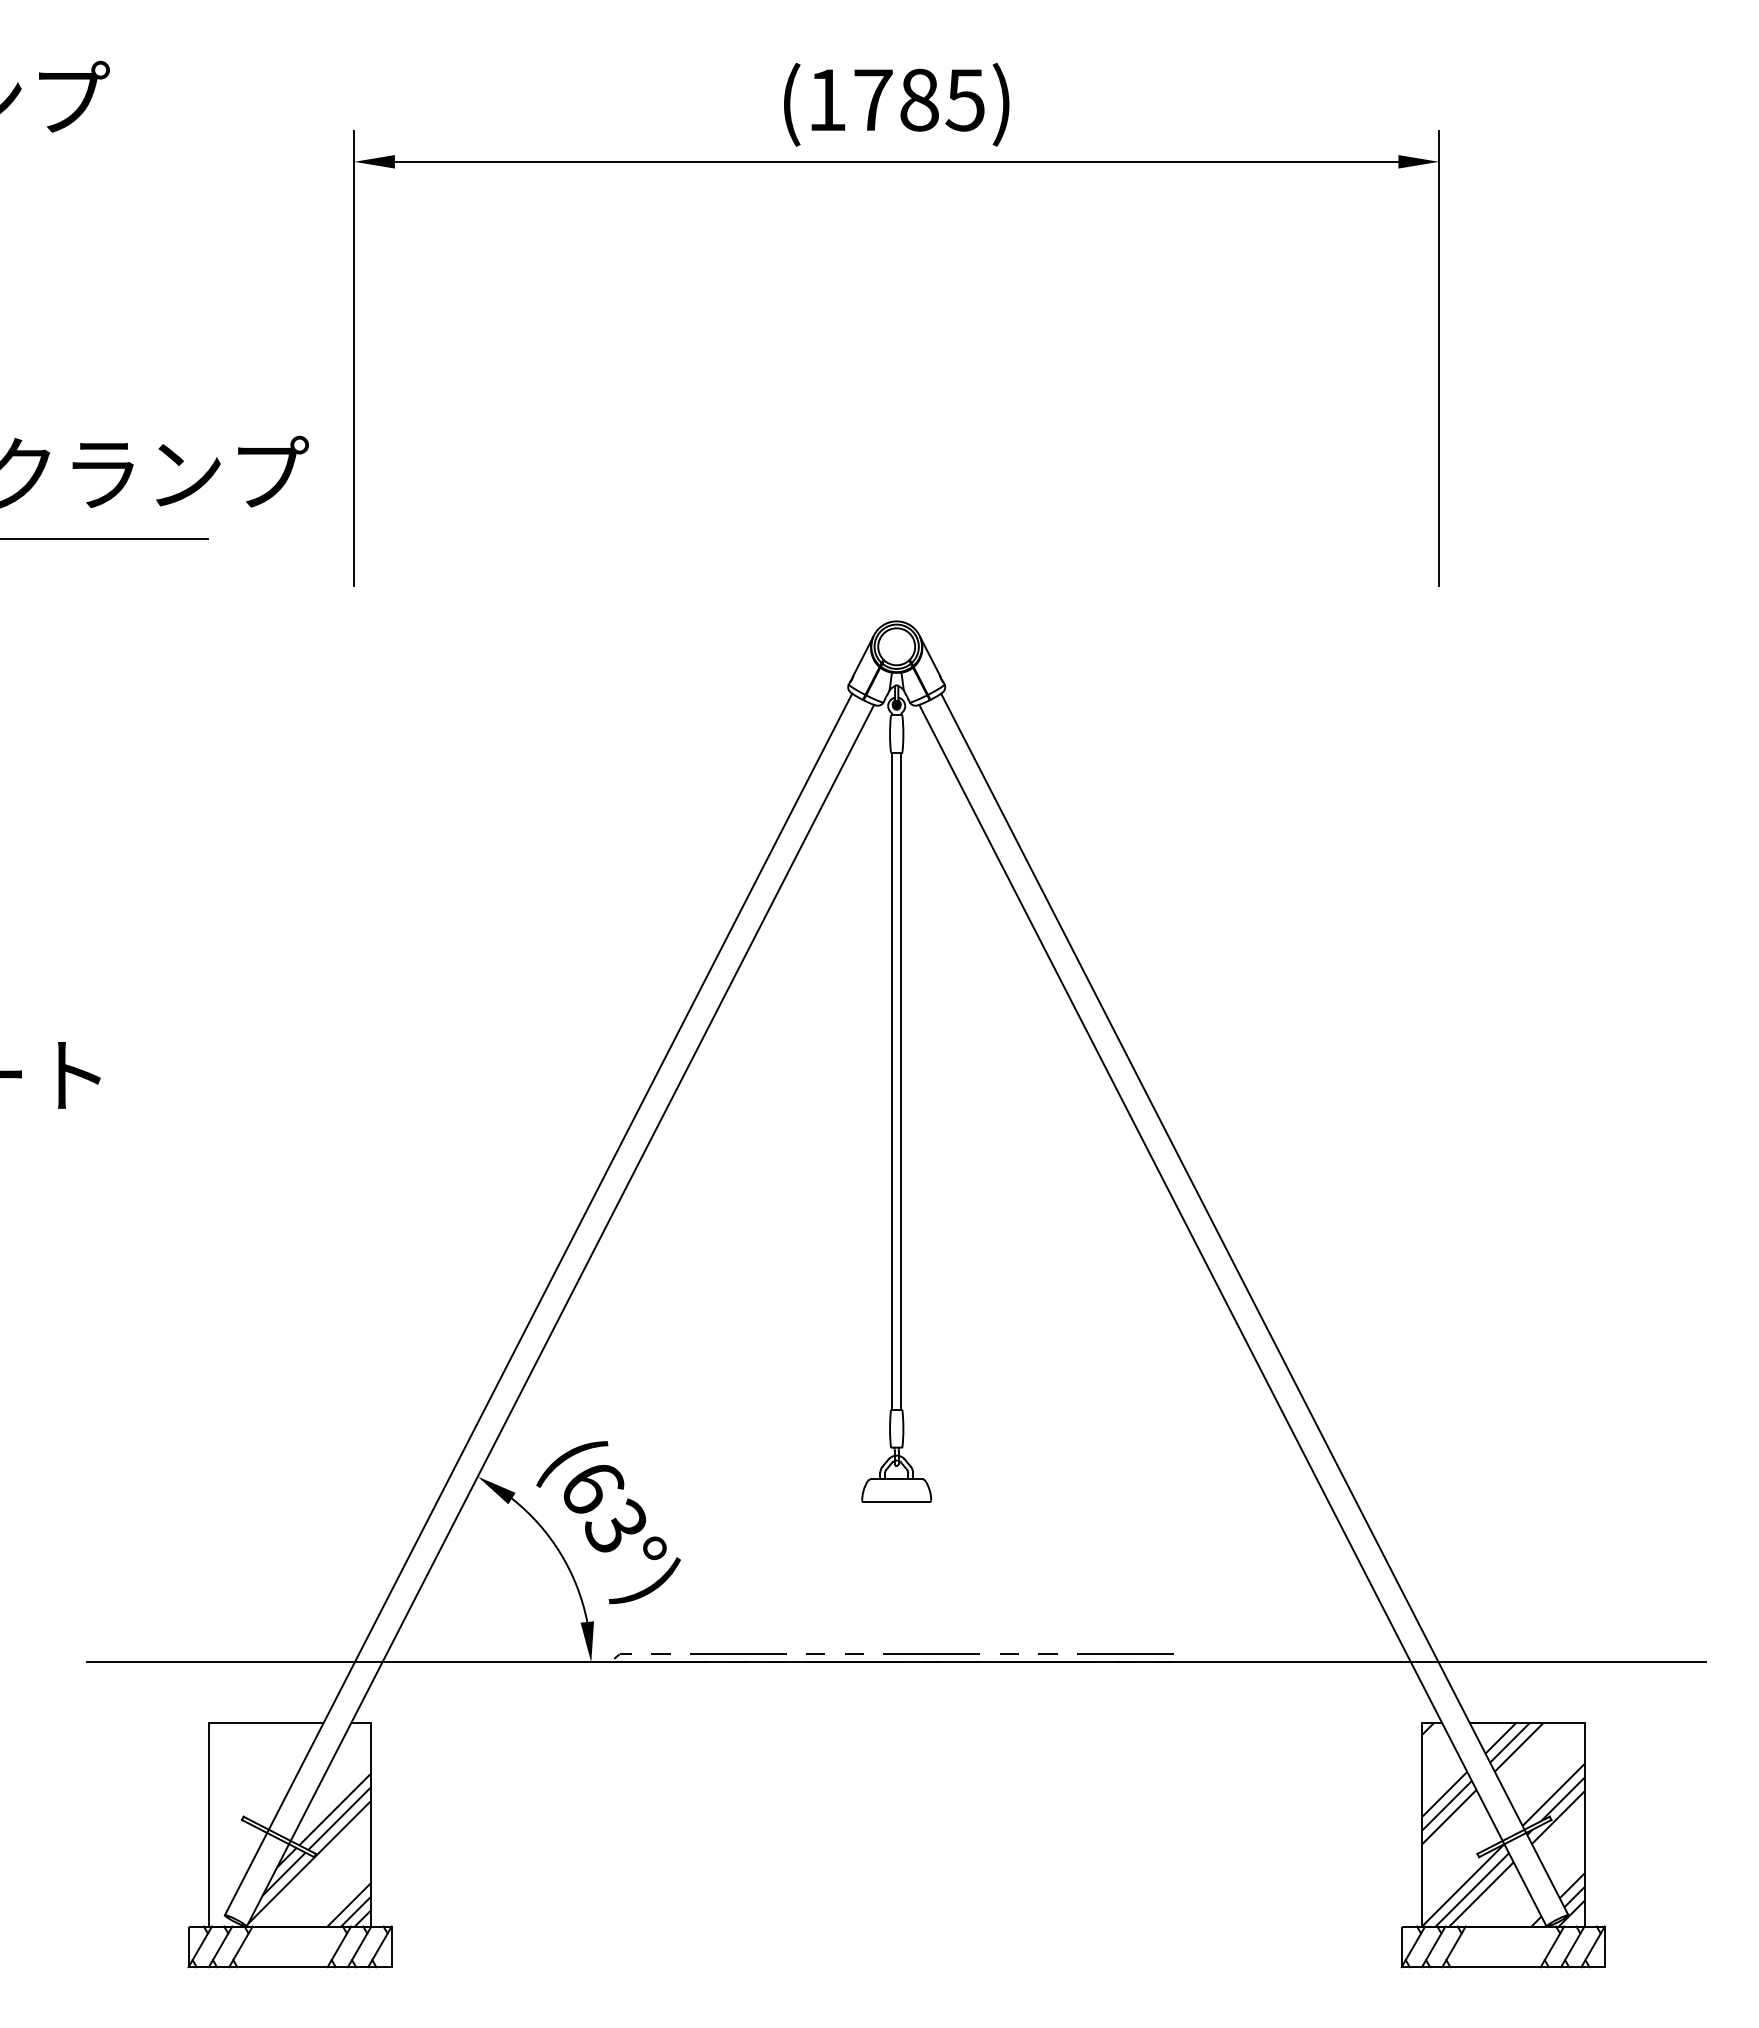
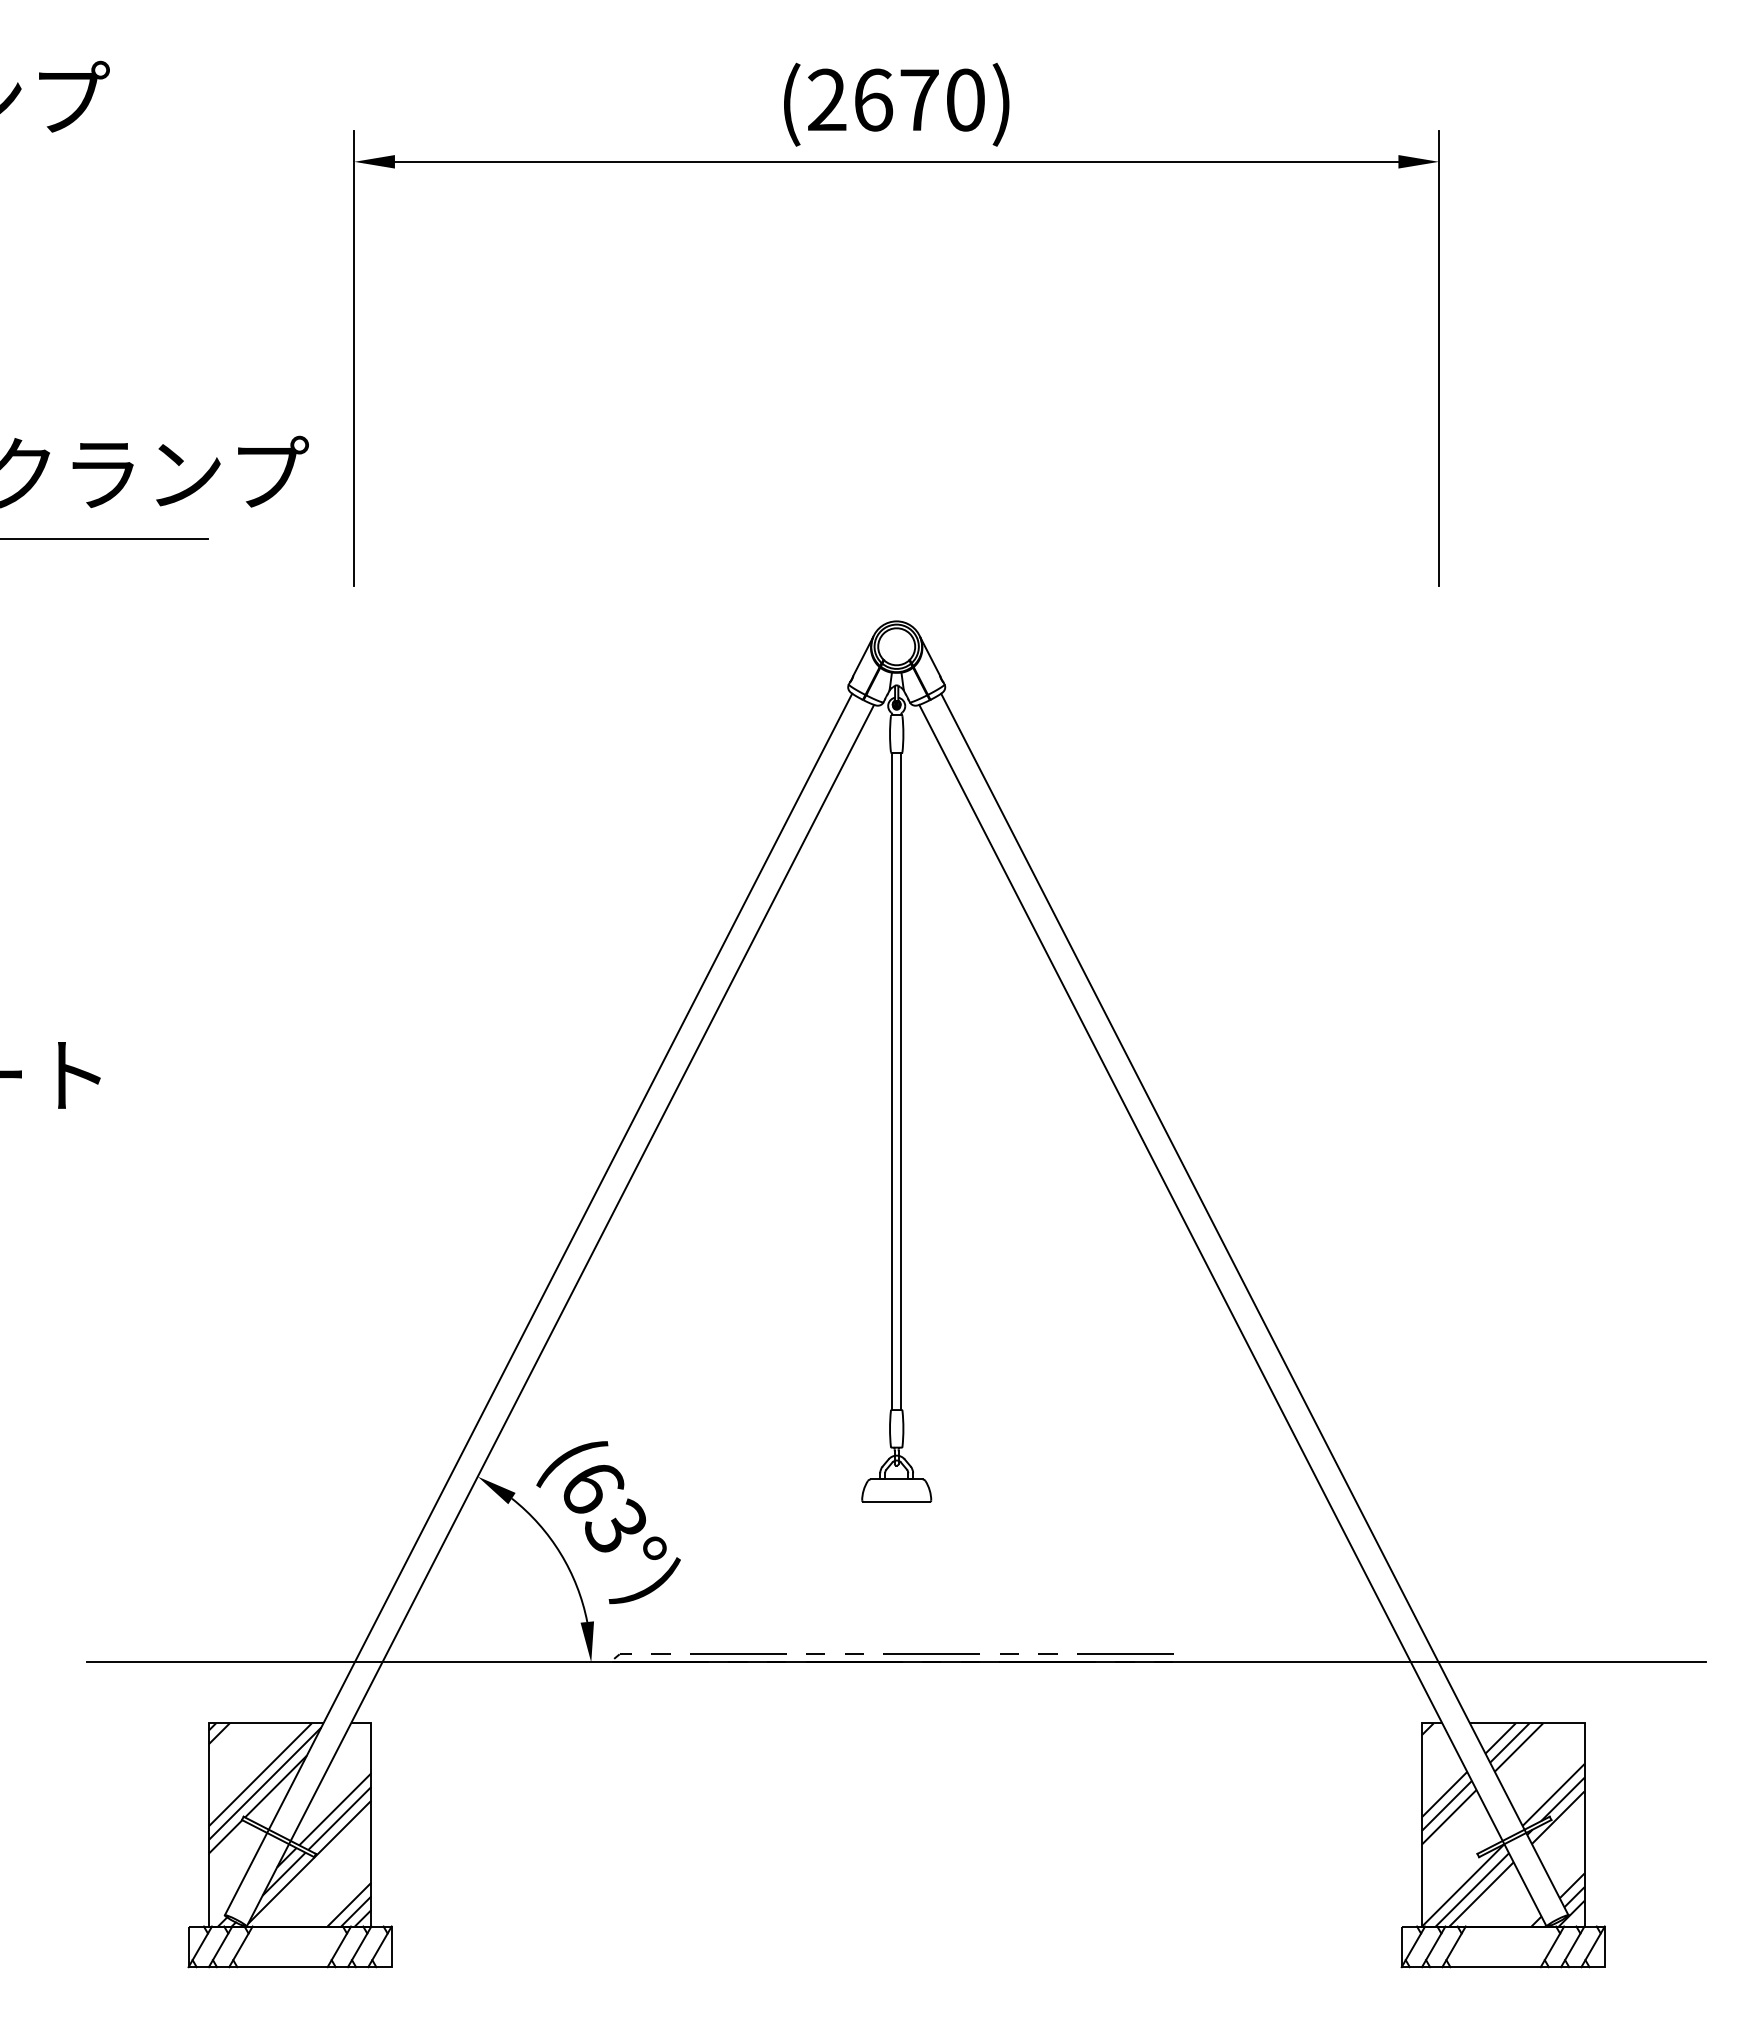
text at (896, 99): (1785) -> (2670)
hatch at (264, 1824): none -> present
